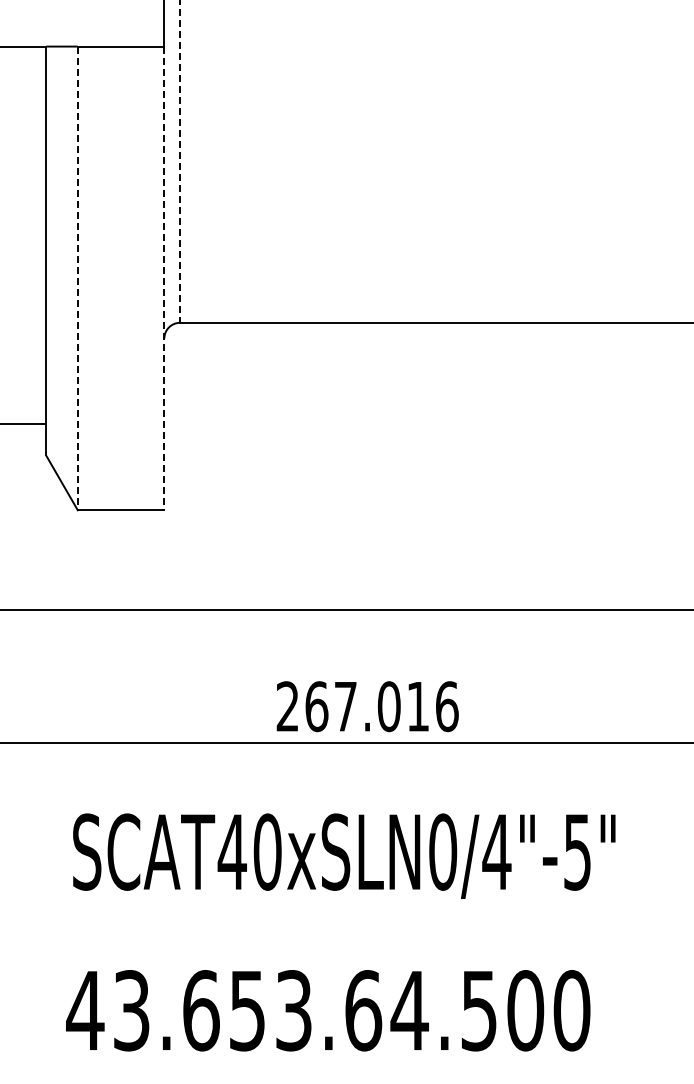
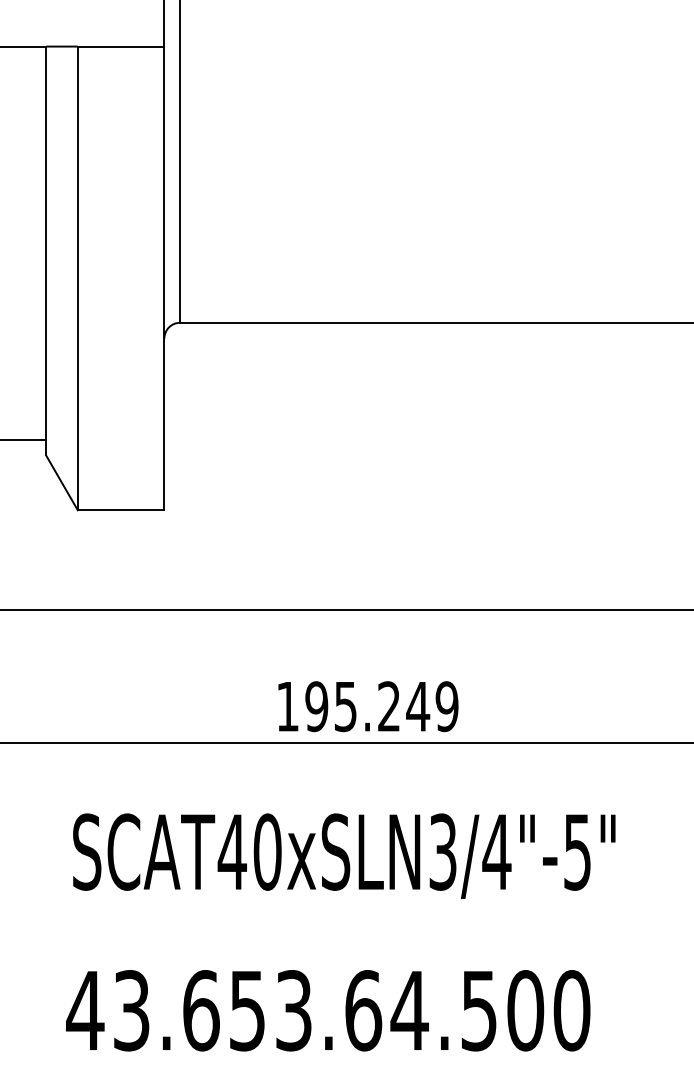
line at (180, 161): dashed -> solid
line at (77, 278): dashed -> solid
line at (164, 278): dashed -> solid
line at (24, 424) position: (24, 424) -> (24, 440)
text at (367, 706): 267.016 -> 195.249
text at (443, 851): SCAT40xSLN0/4"-5" -> SCAT40xSLN3/4"-5"
